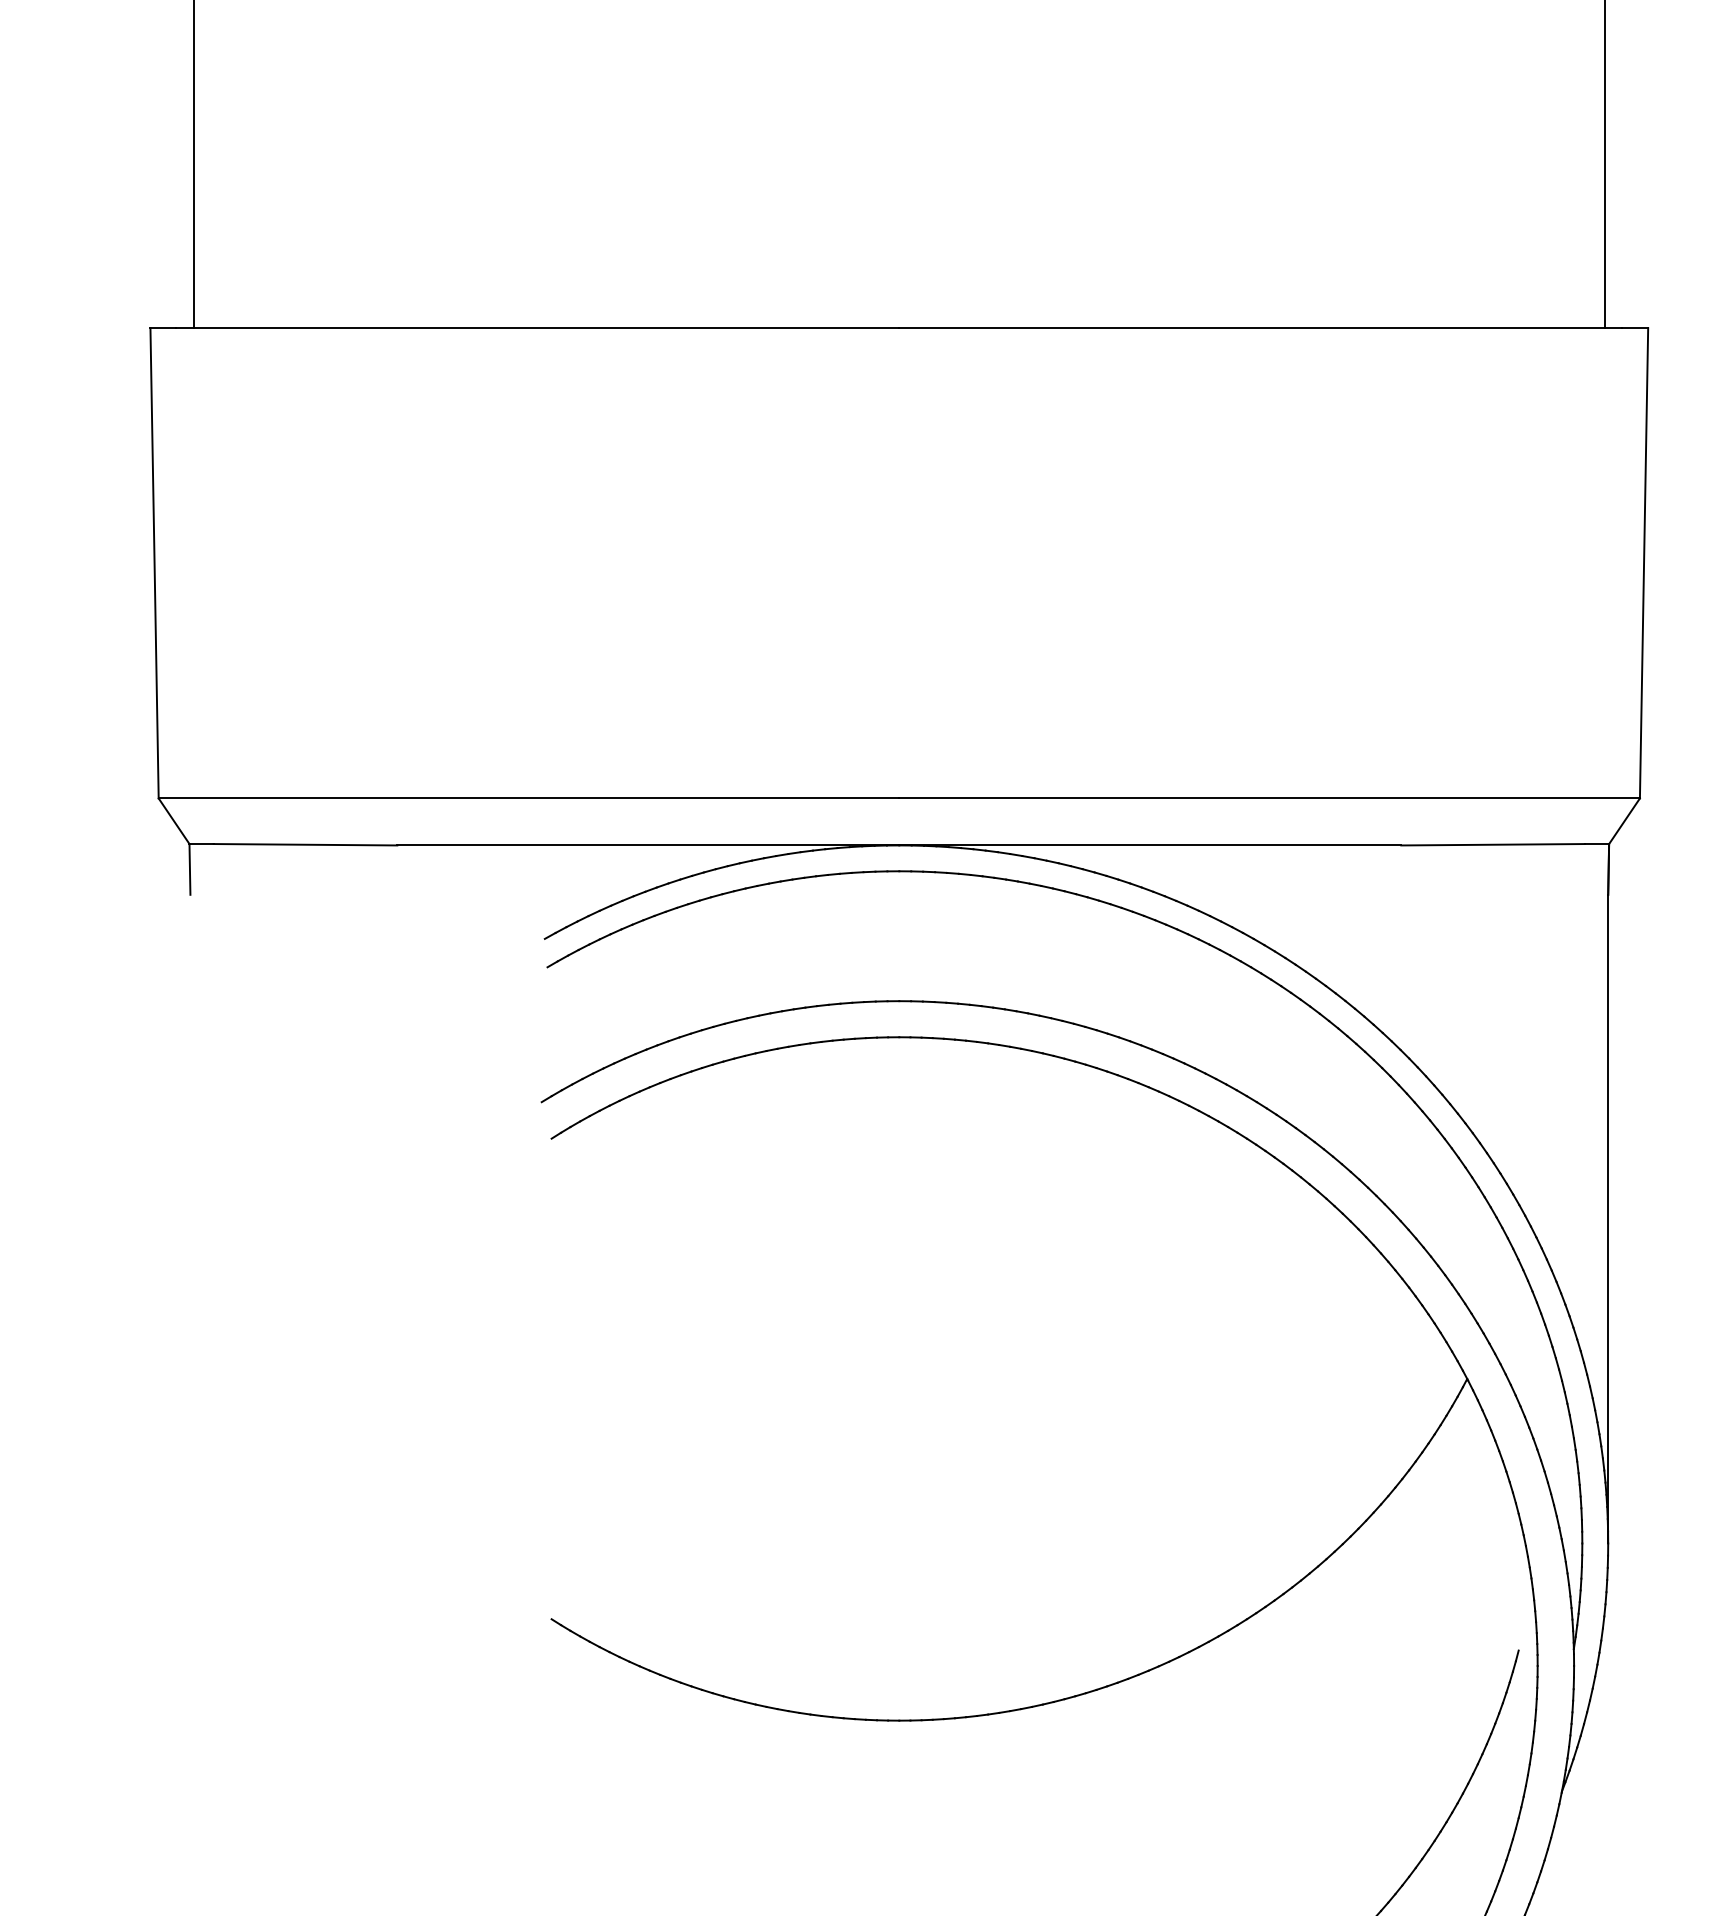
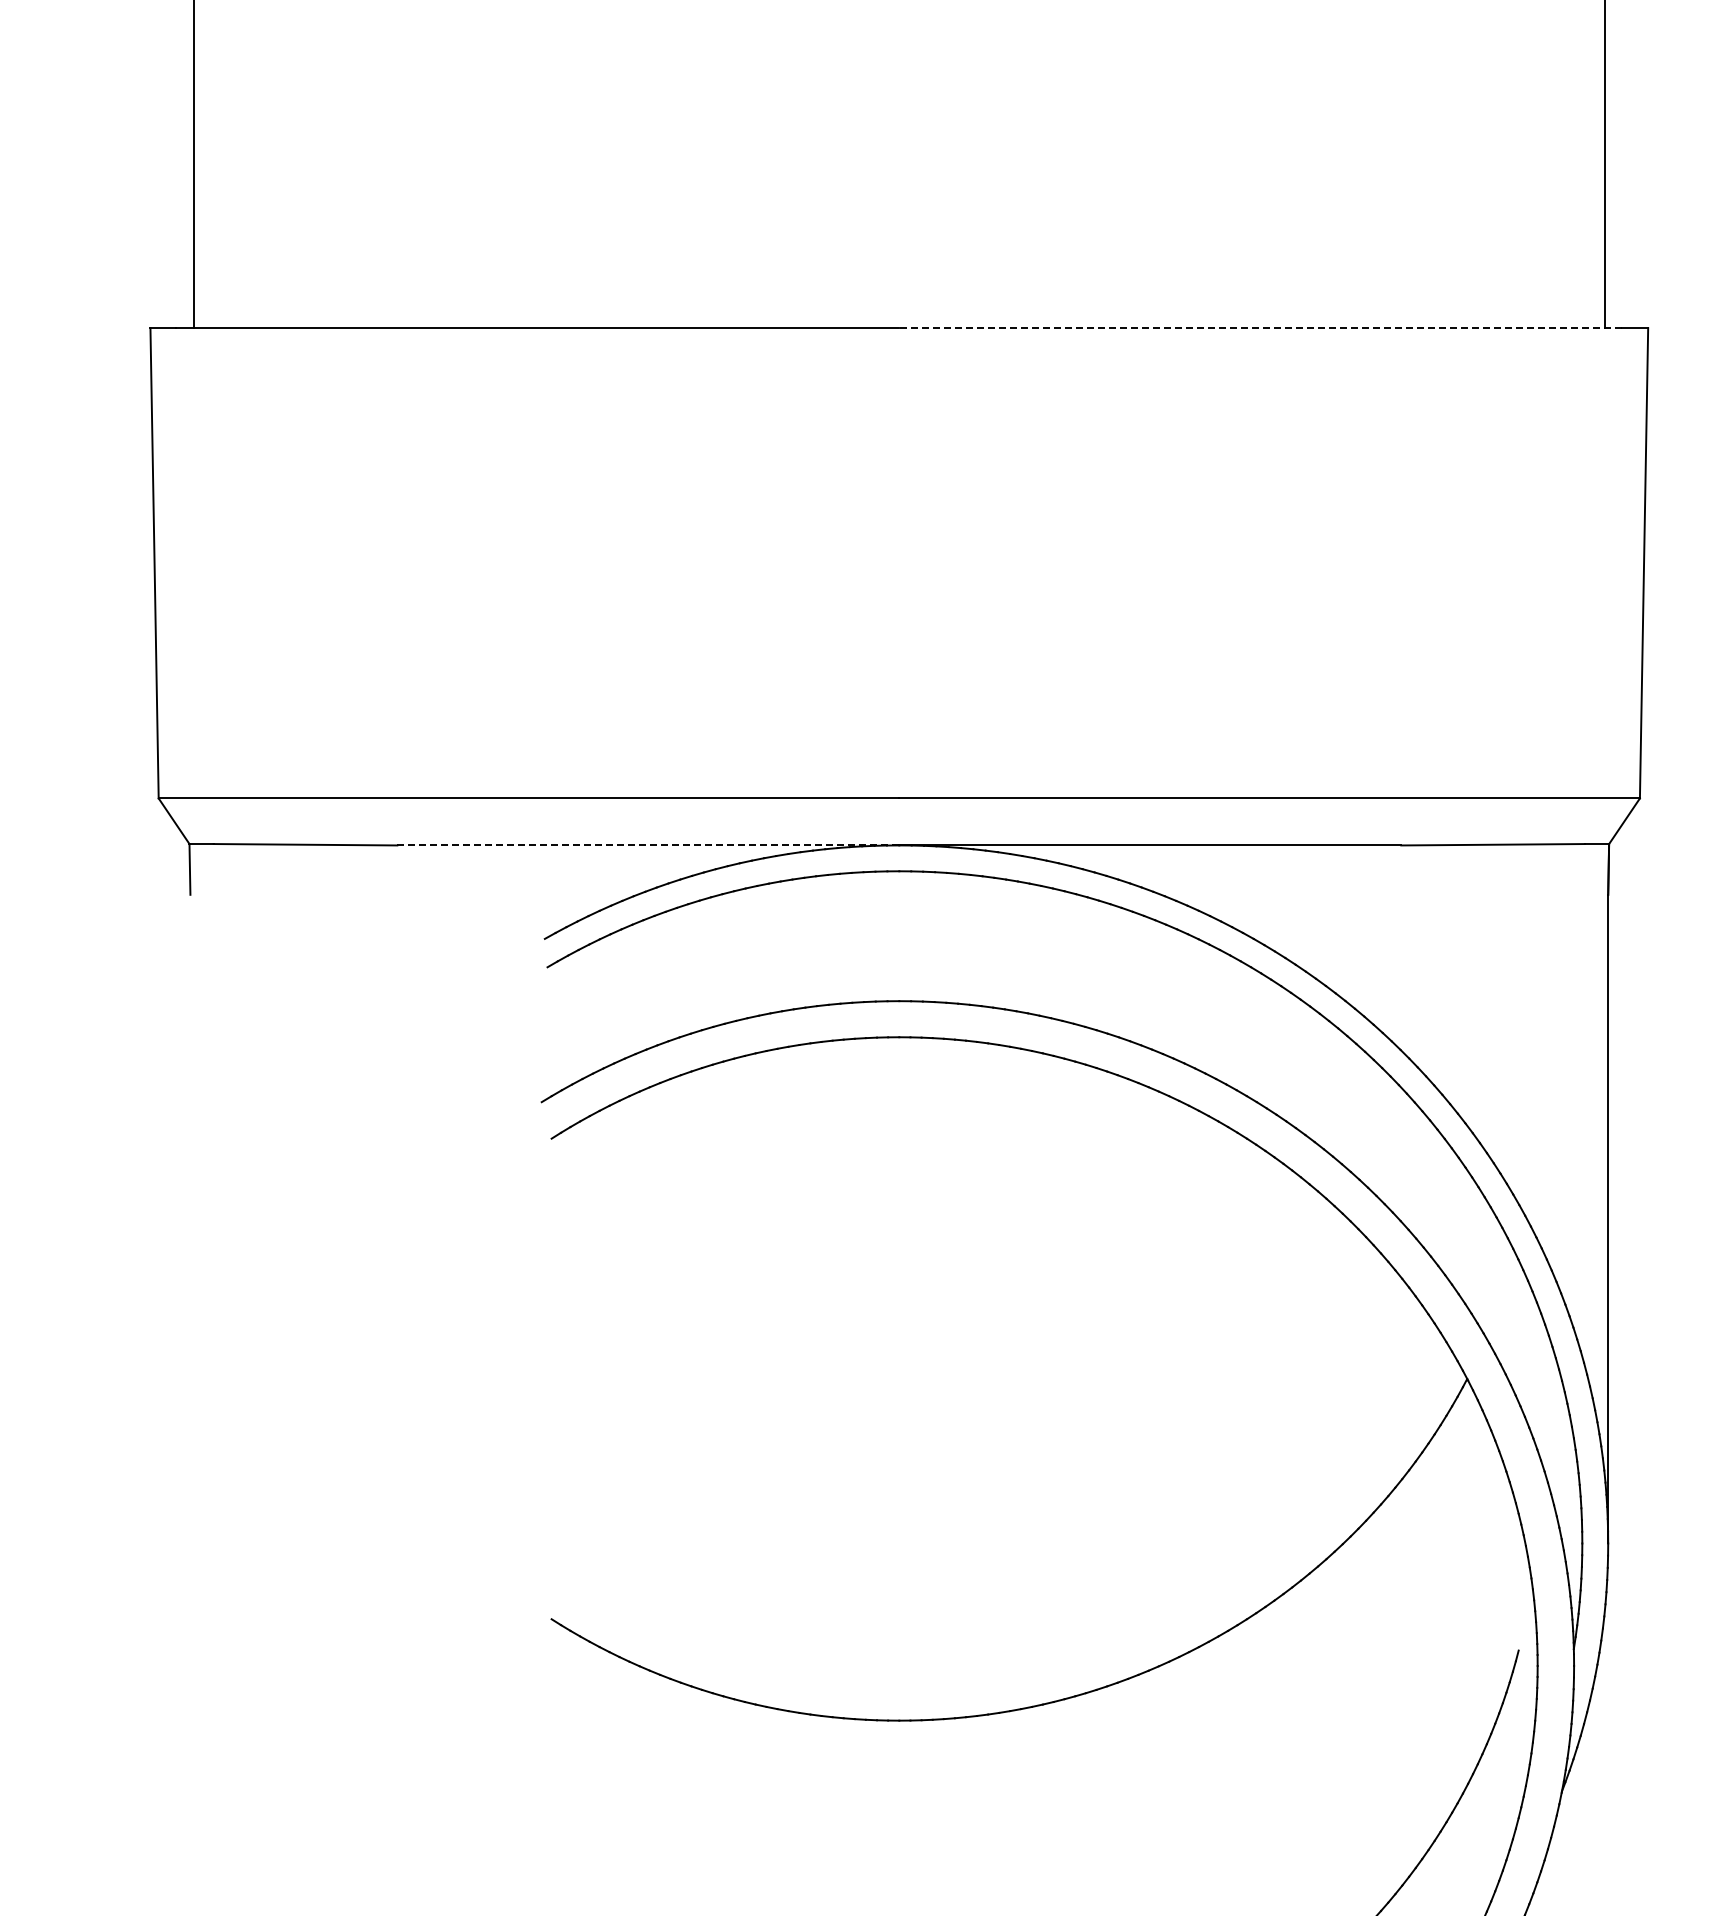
line at (1260, 328): solid -> dashed
line at (648, 845): solid -> dashed
